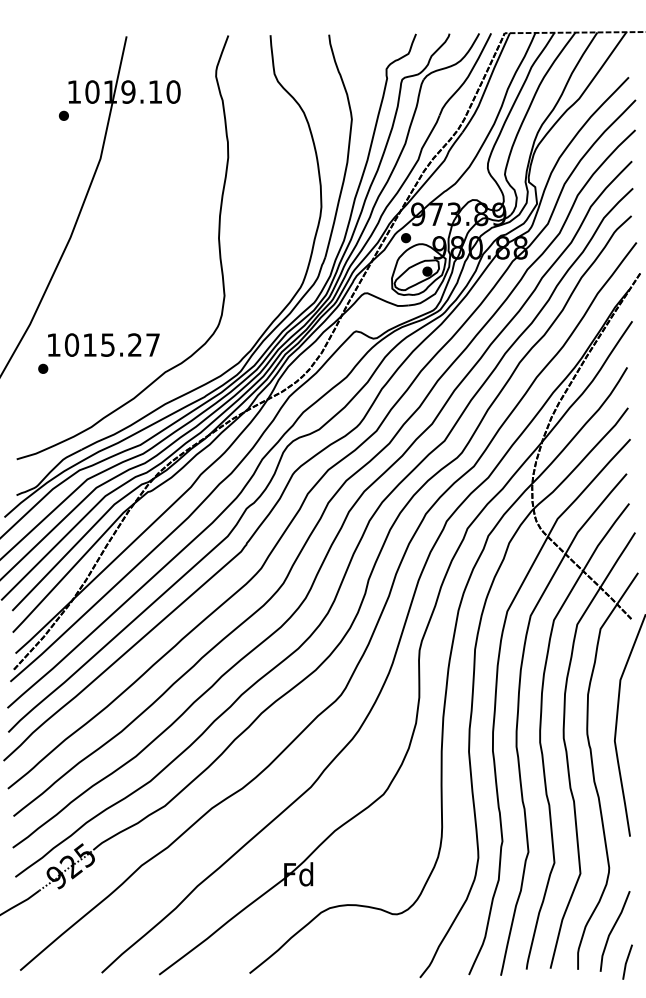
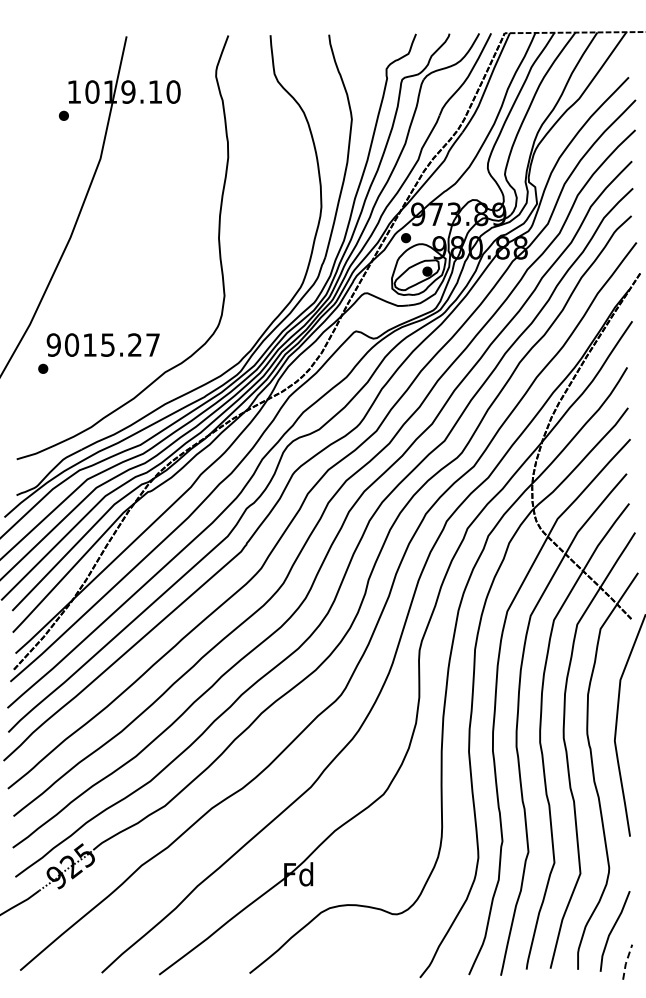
text at (53, 344): 1015.27 -> 9015.27
line at (626, 962): solid -> dashed
